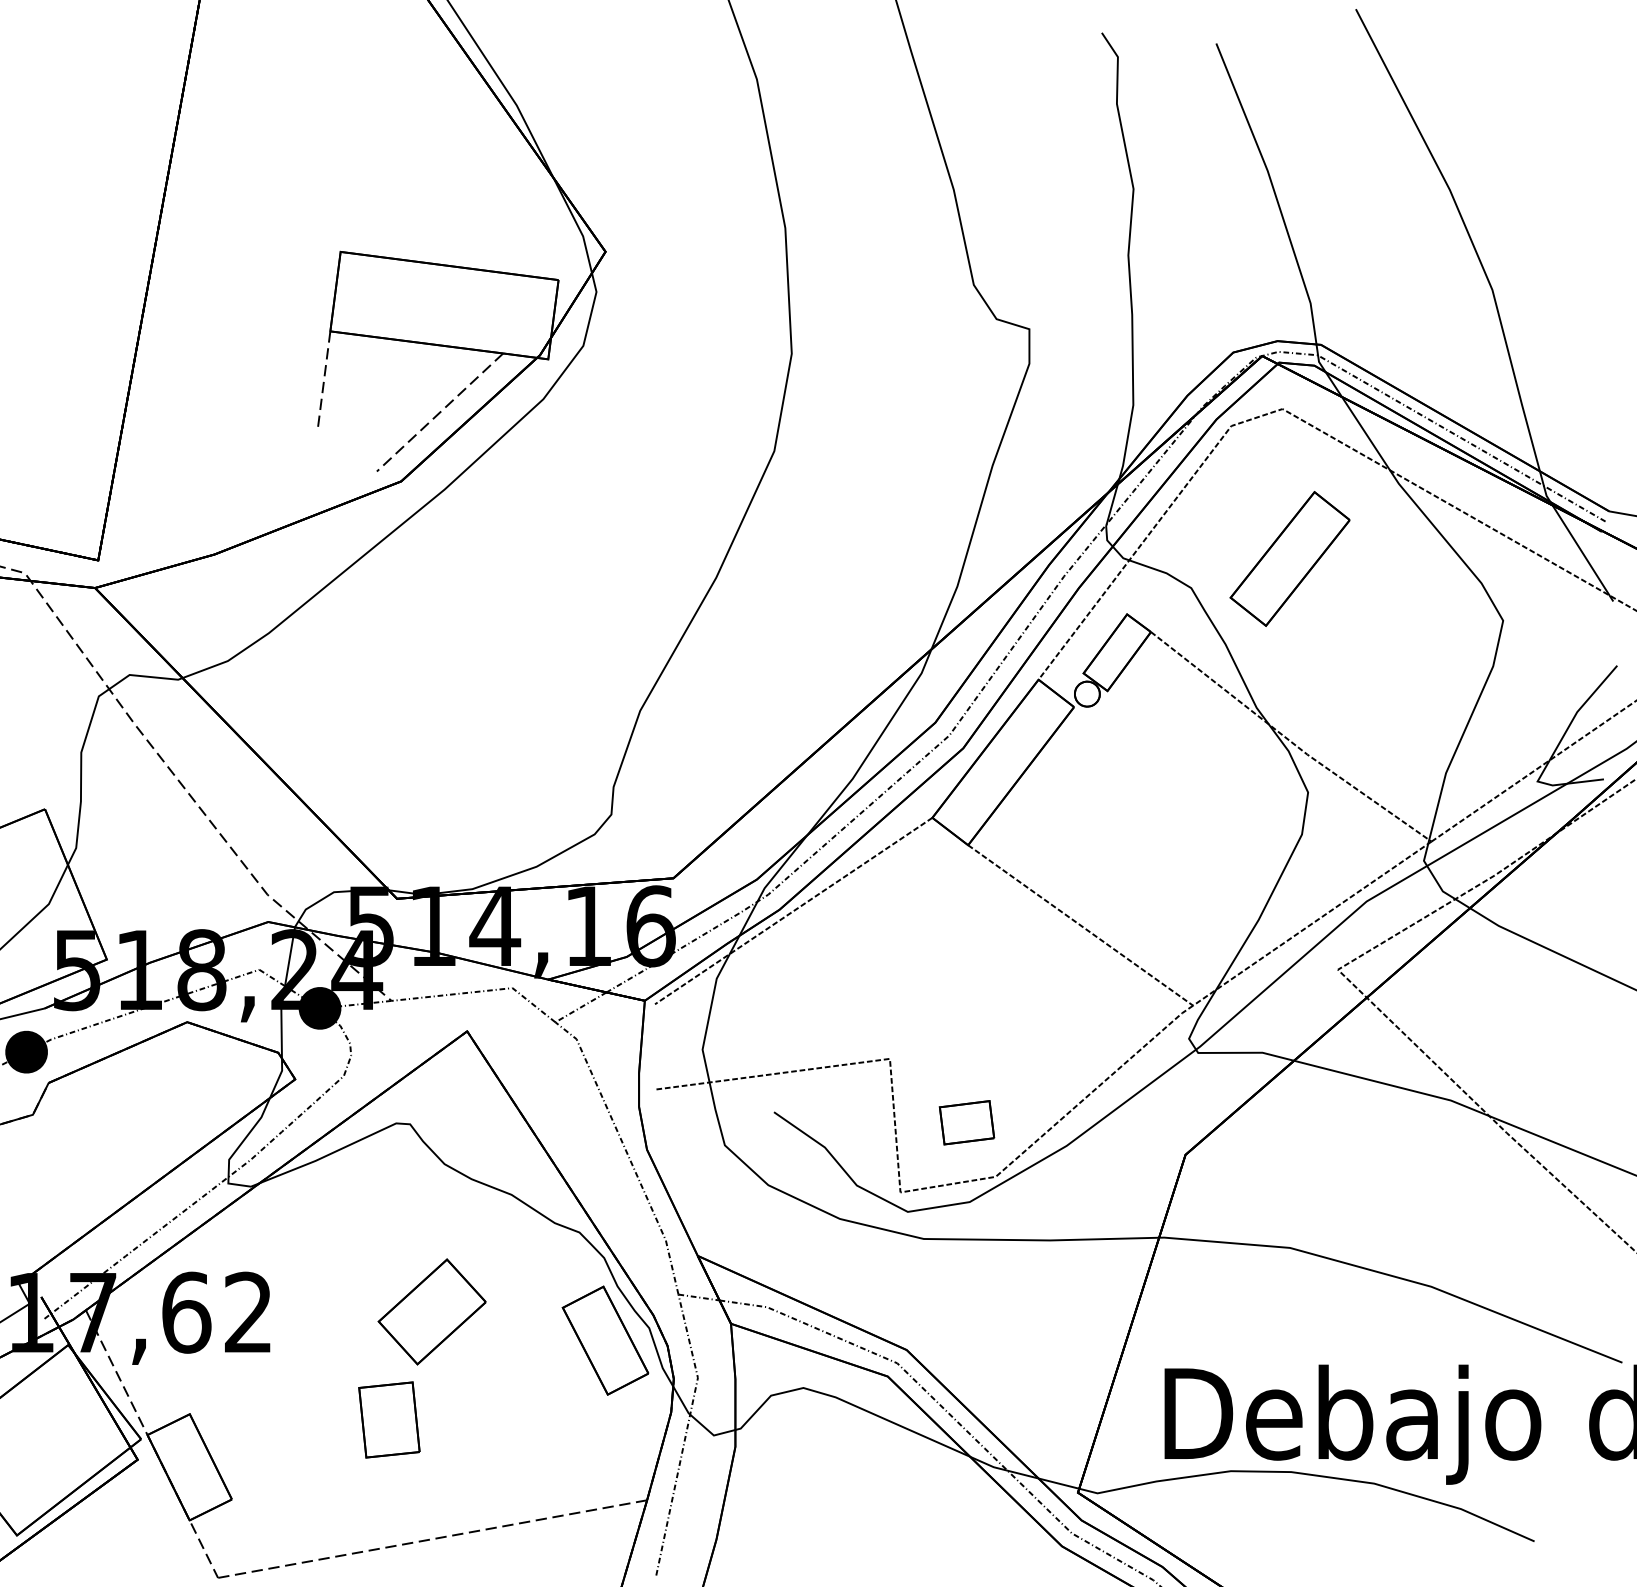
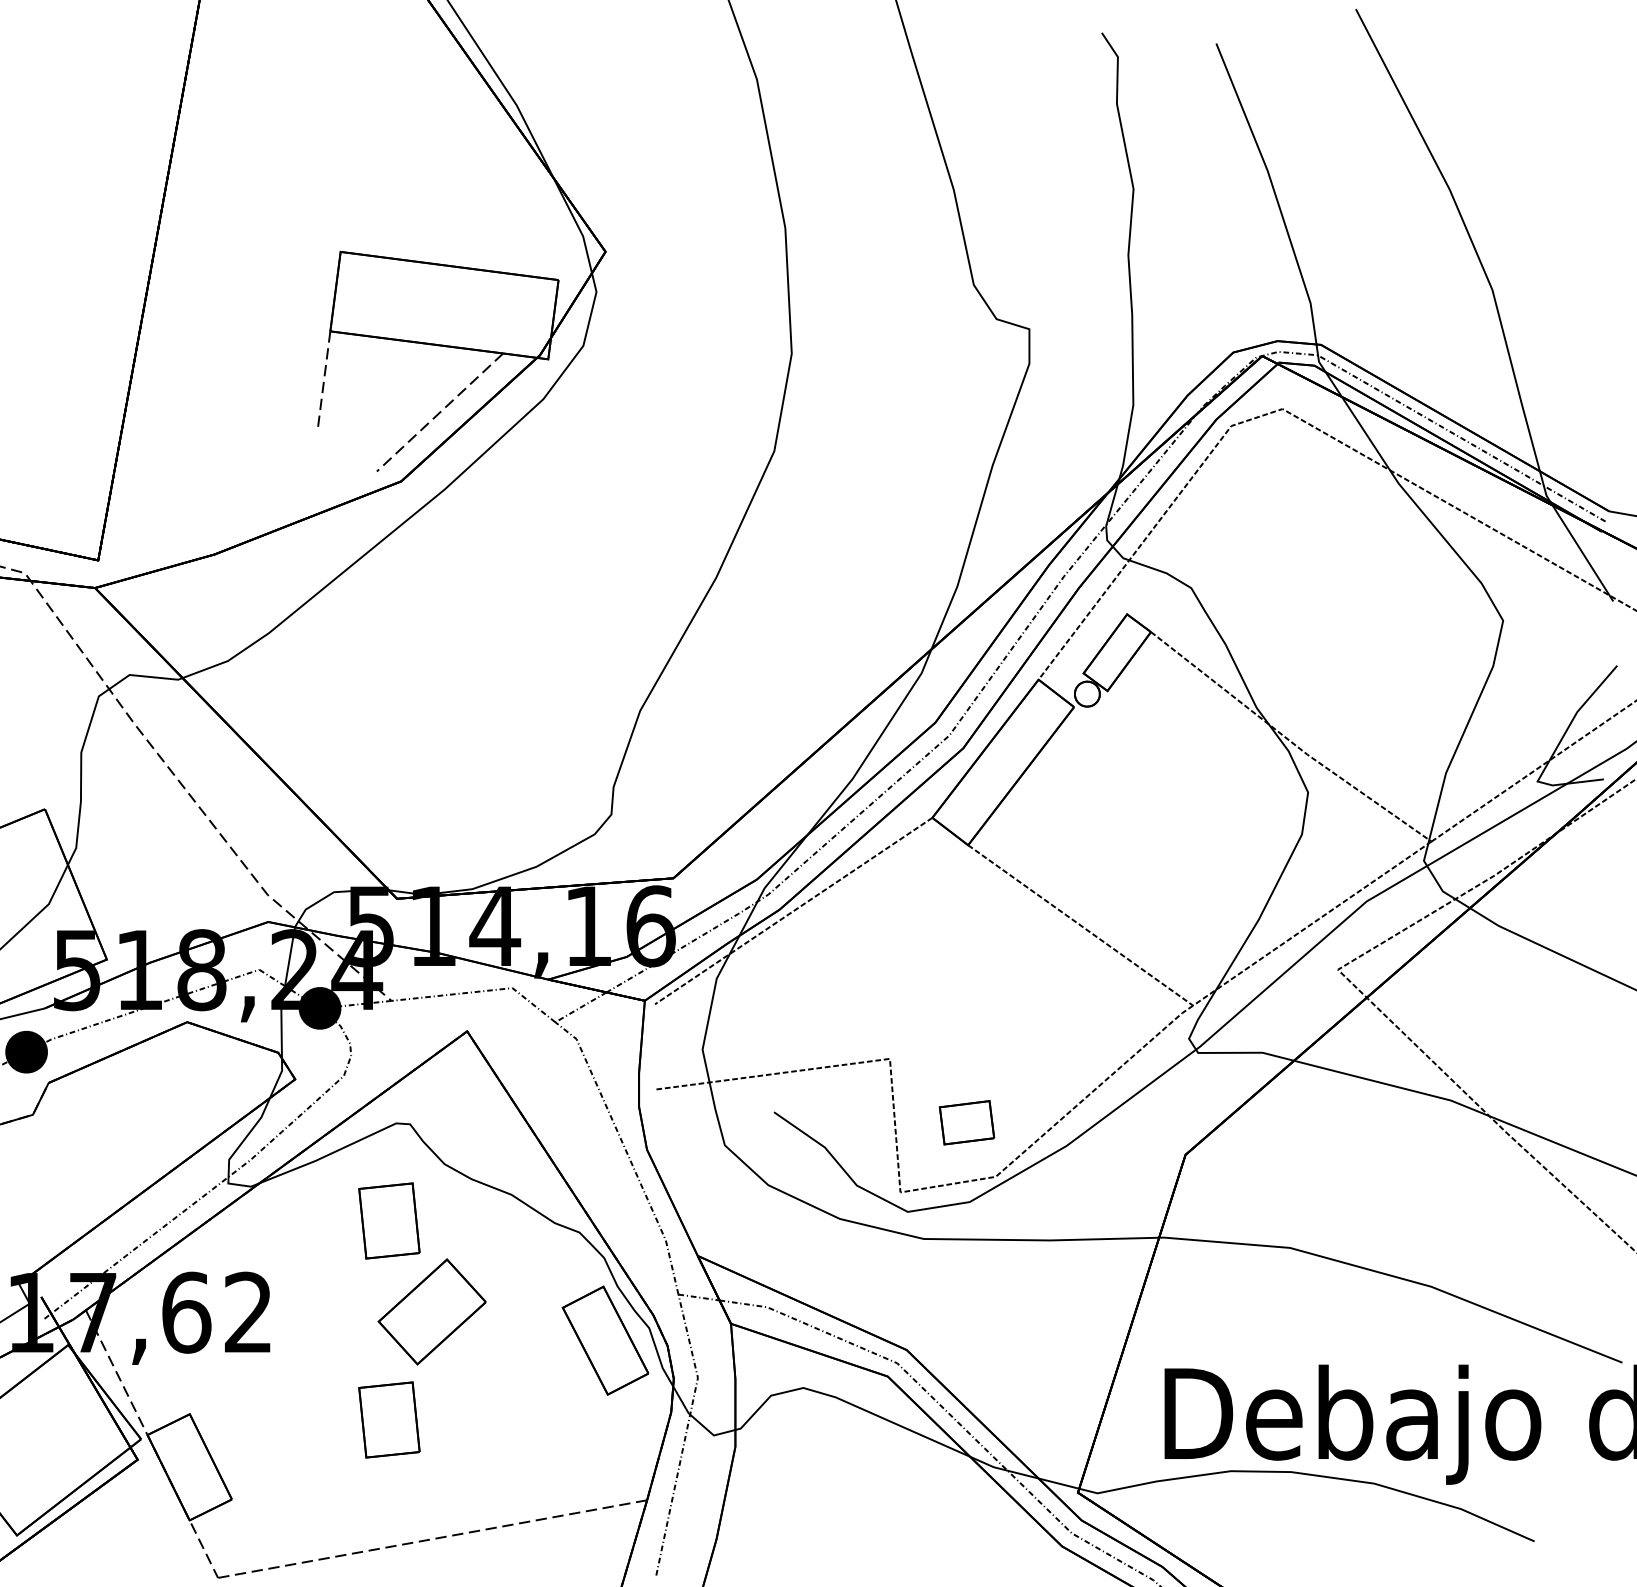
part at (1289, 558): present -> none
part at (389, 1220): none -> present
